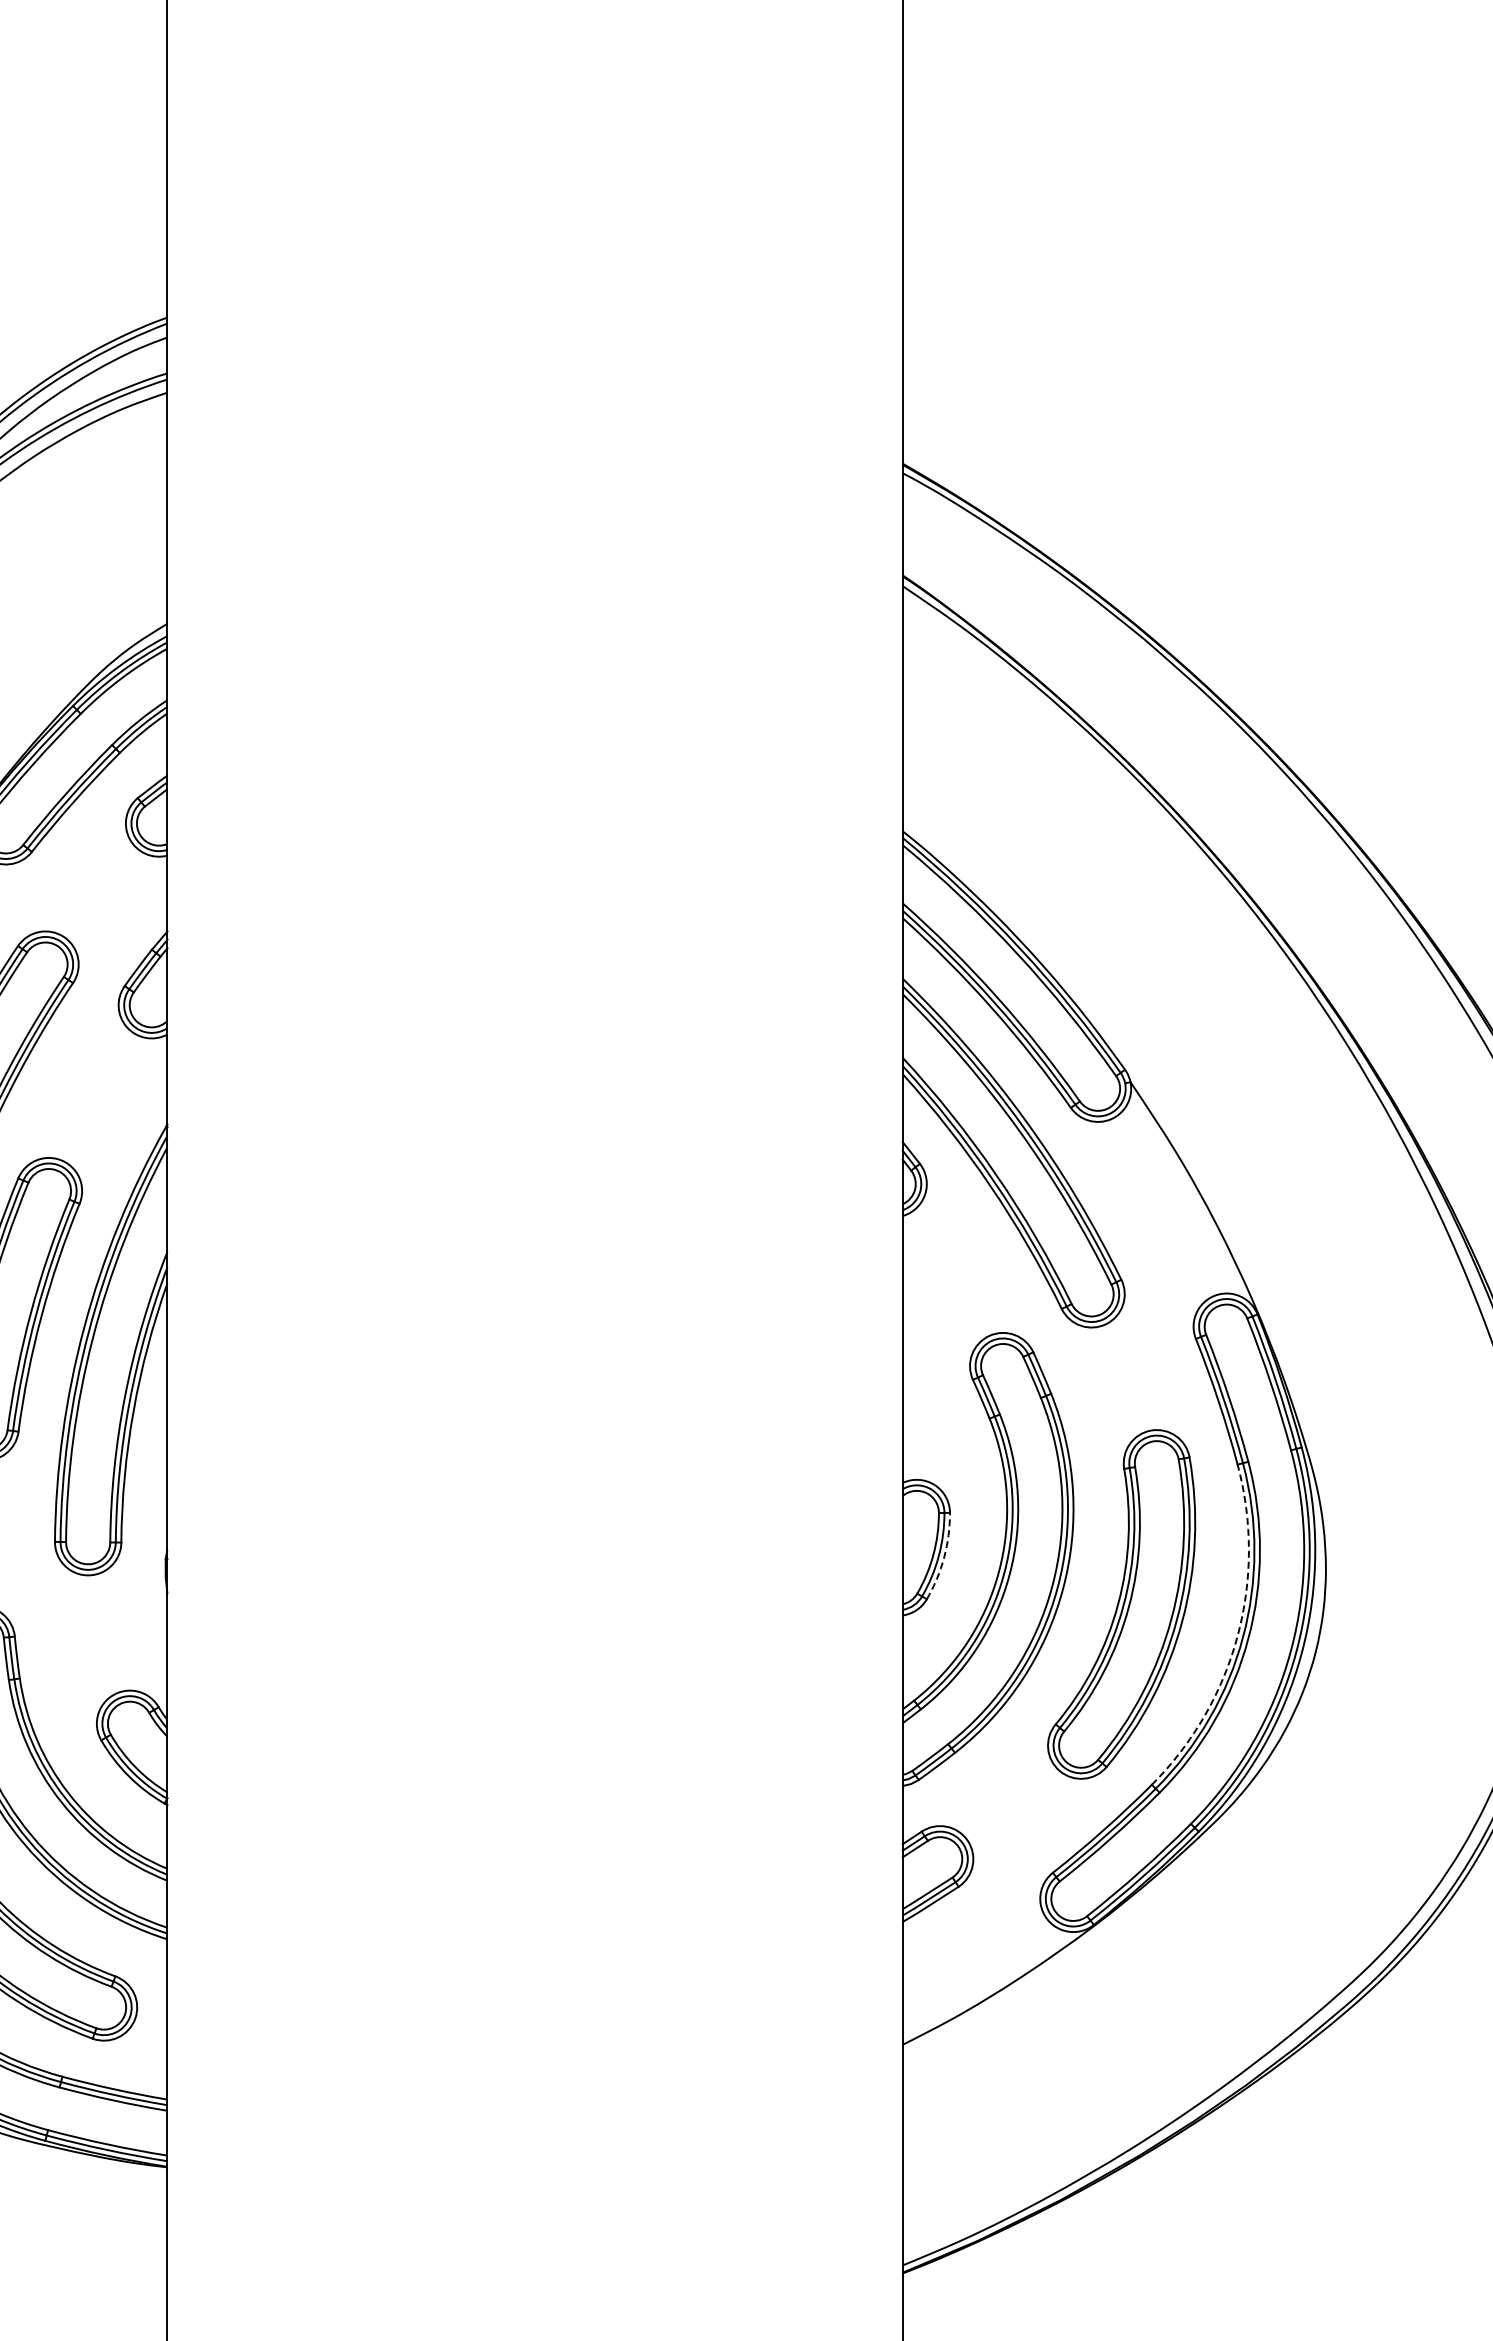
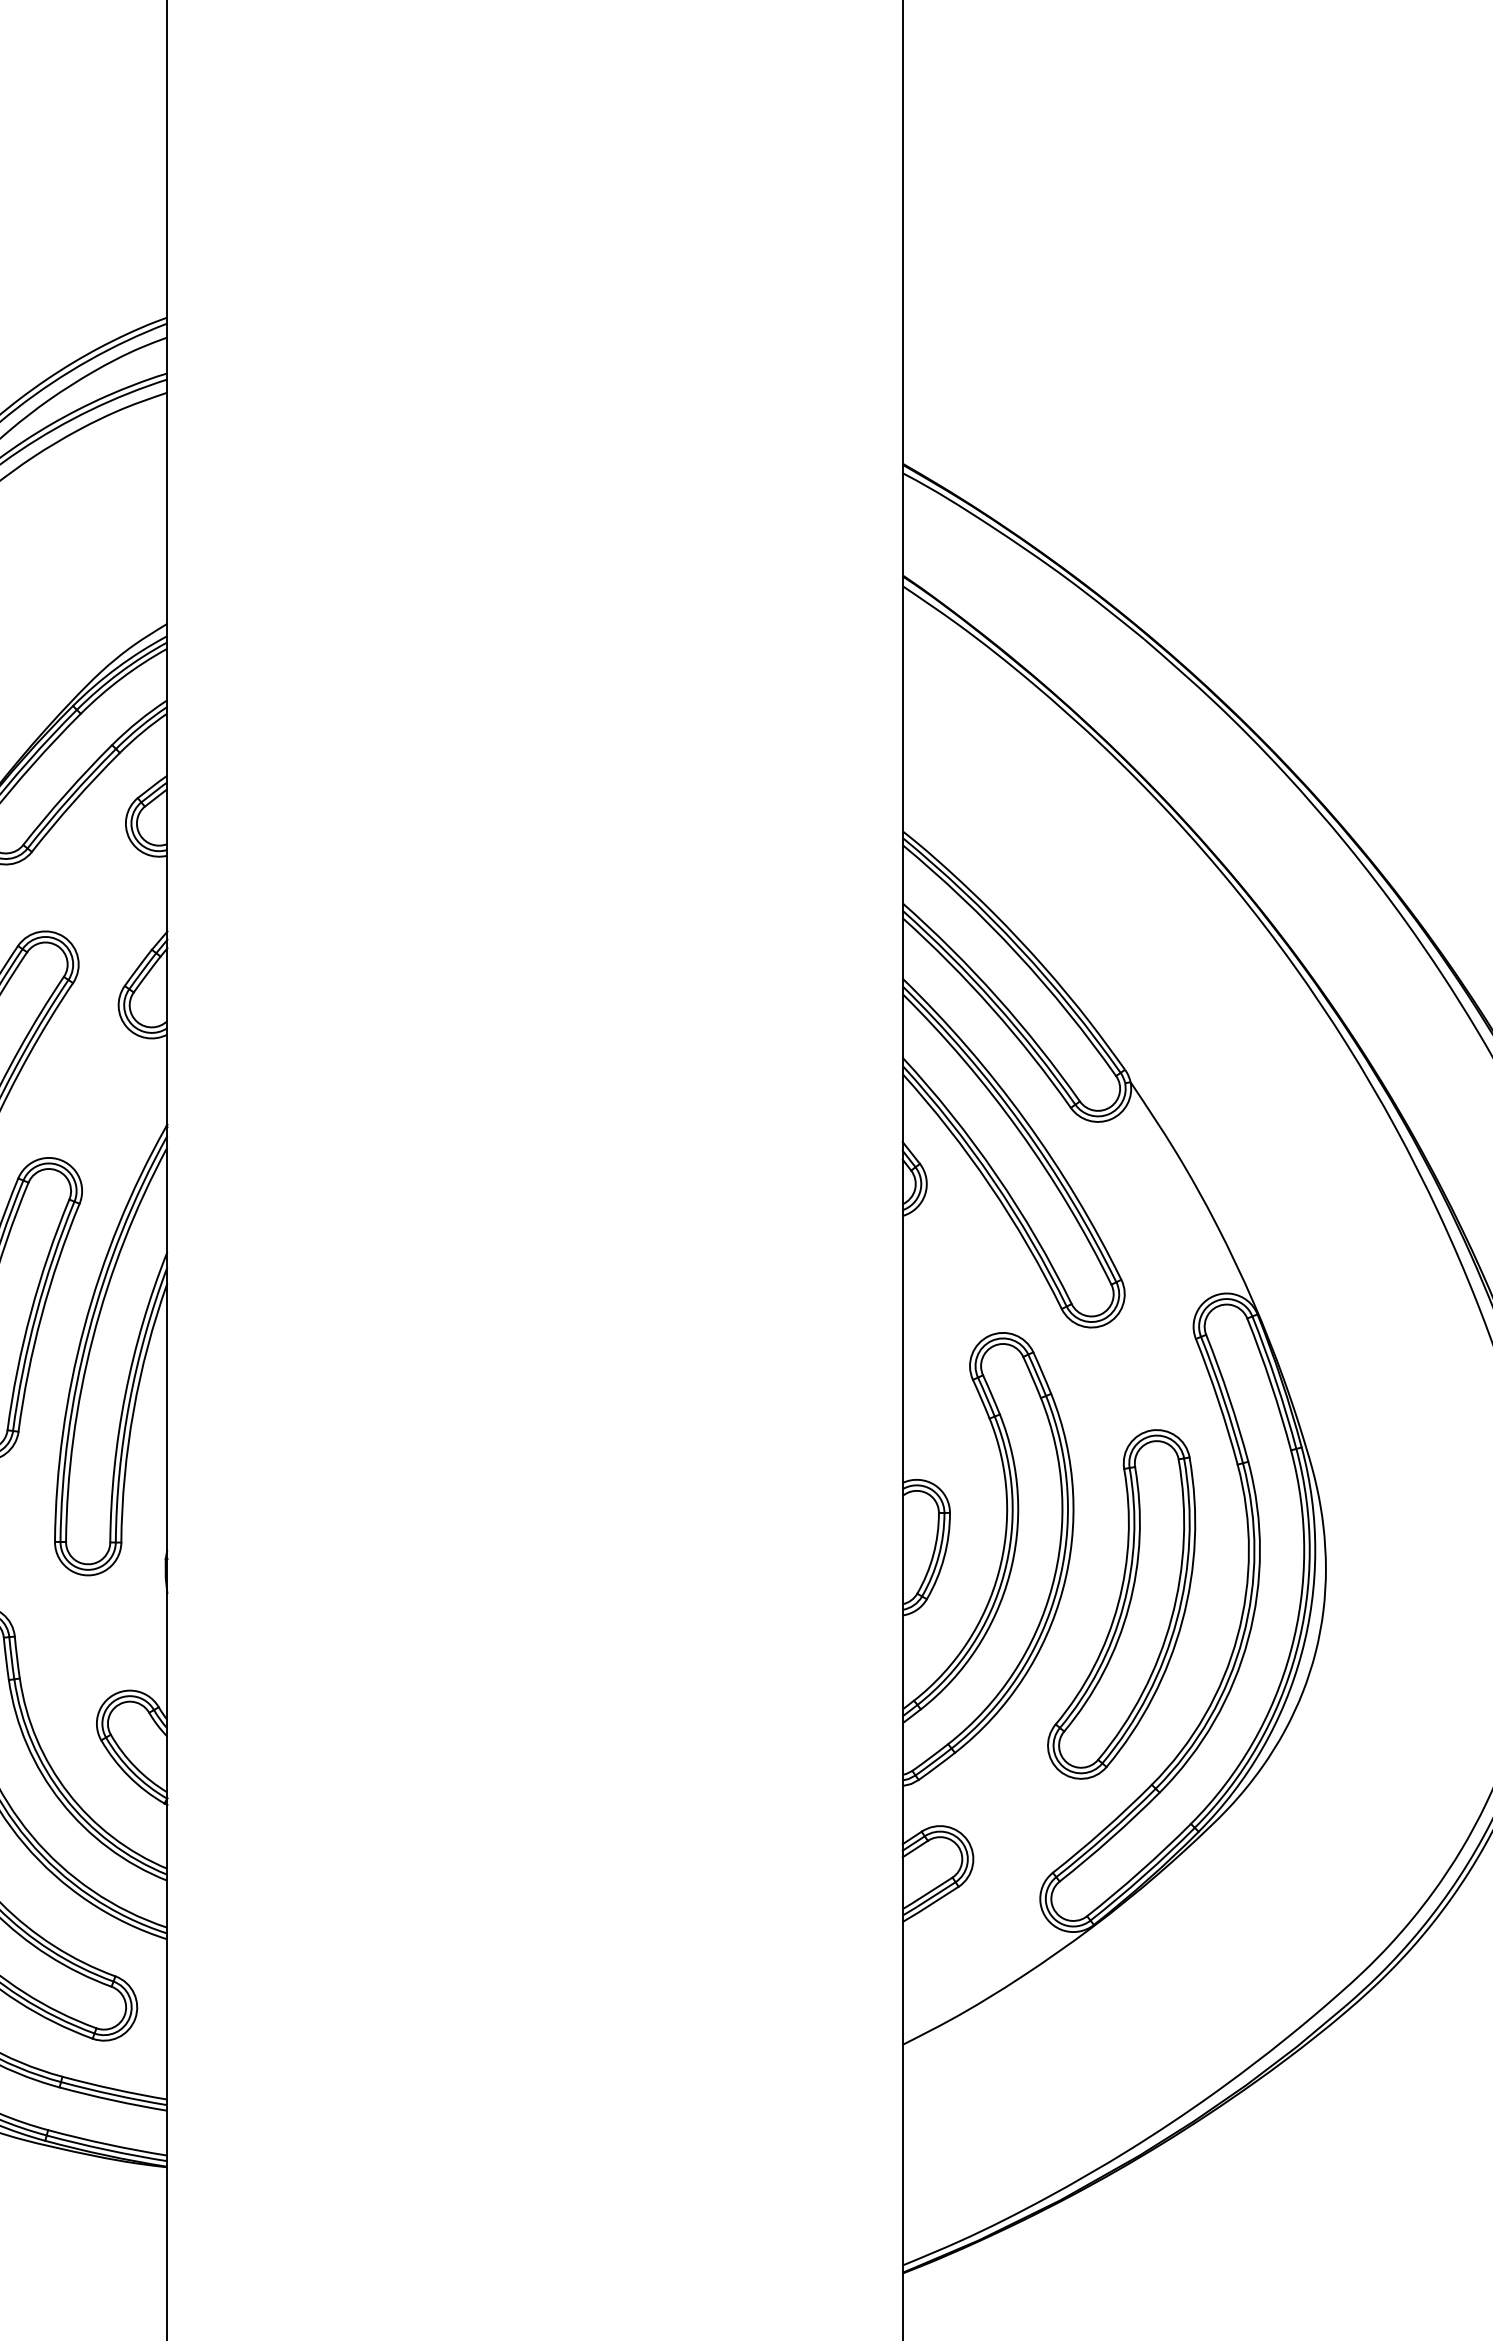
arc at (944, 1557): dashed -> solid
arc at (1237, 1636): dashed -> solid
